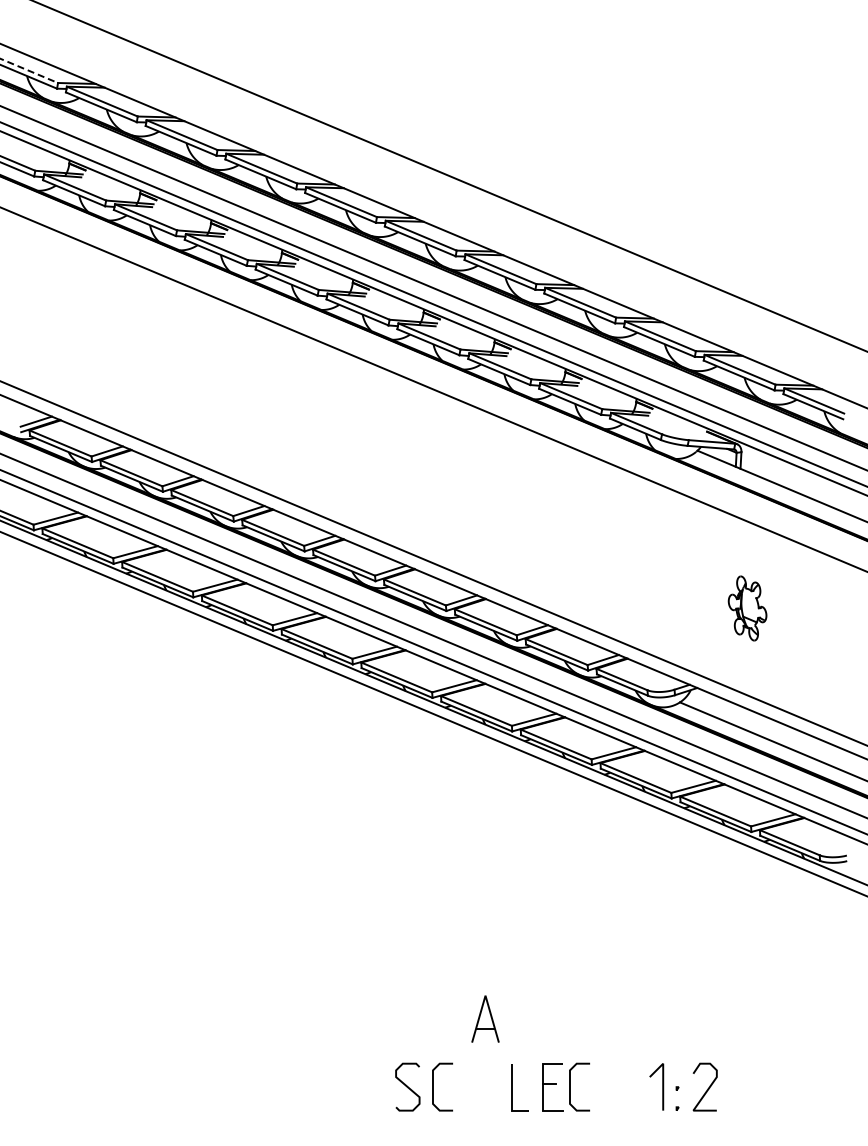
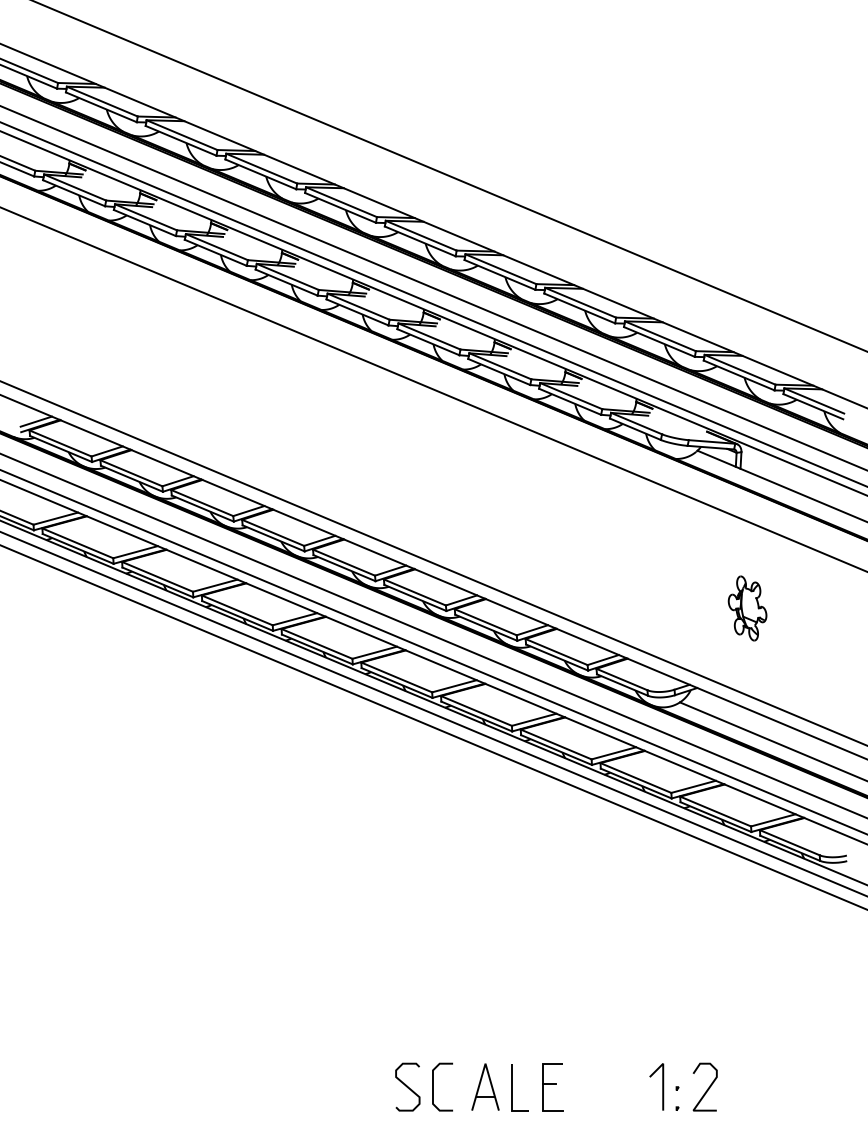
line at (29, 71): dashed -> solid
line at (433, 727): none -> present
part at (485, 1018) position: (485, 1018) -> (485, 1086)
curve at (570, 1086): present -> none
